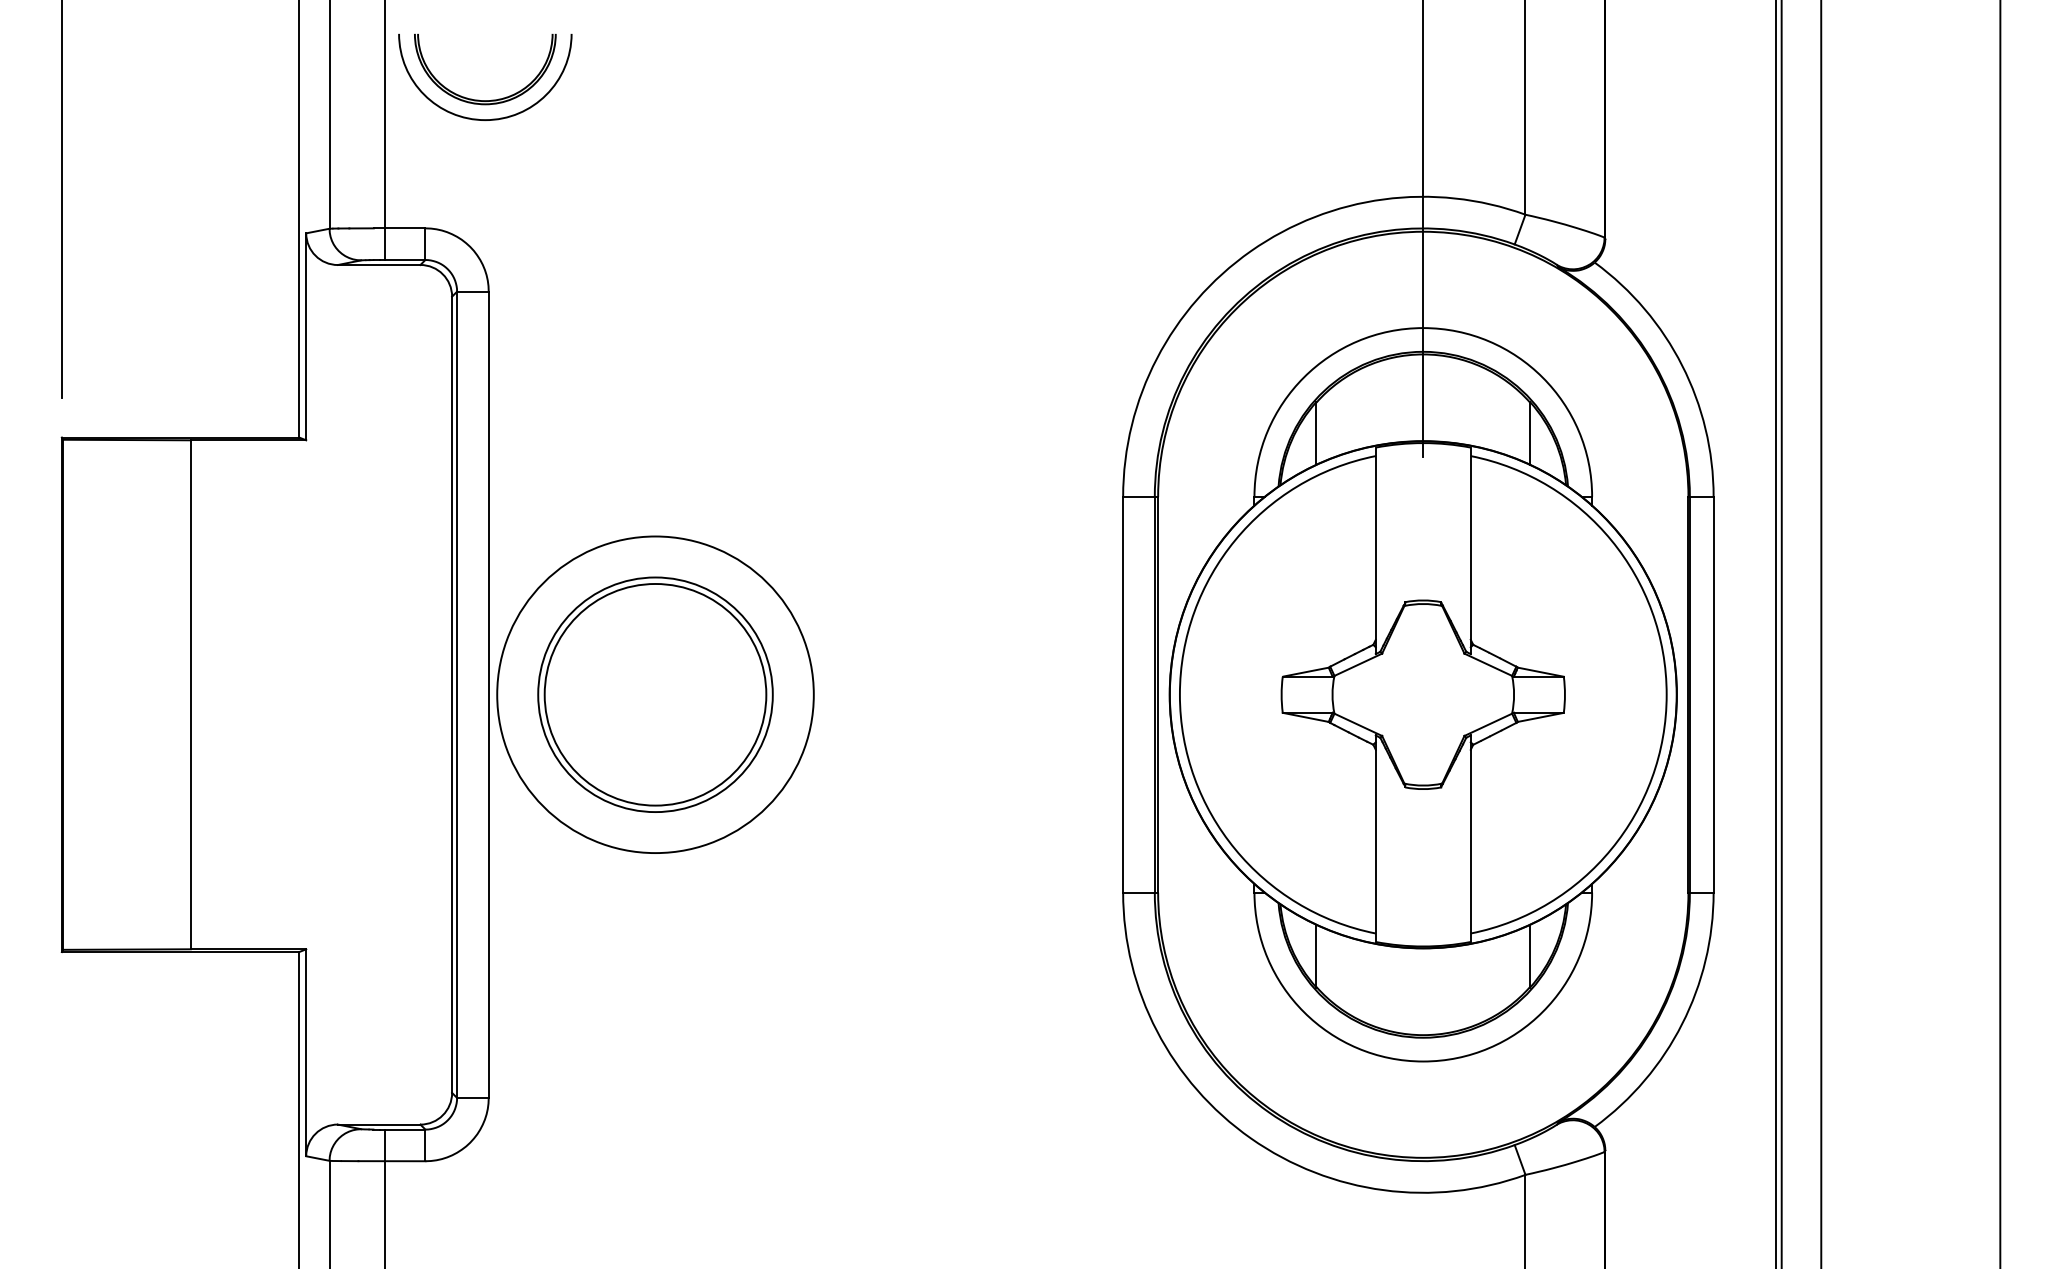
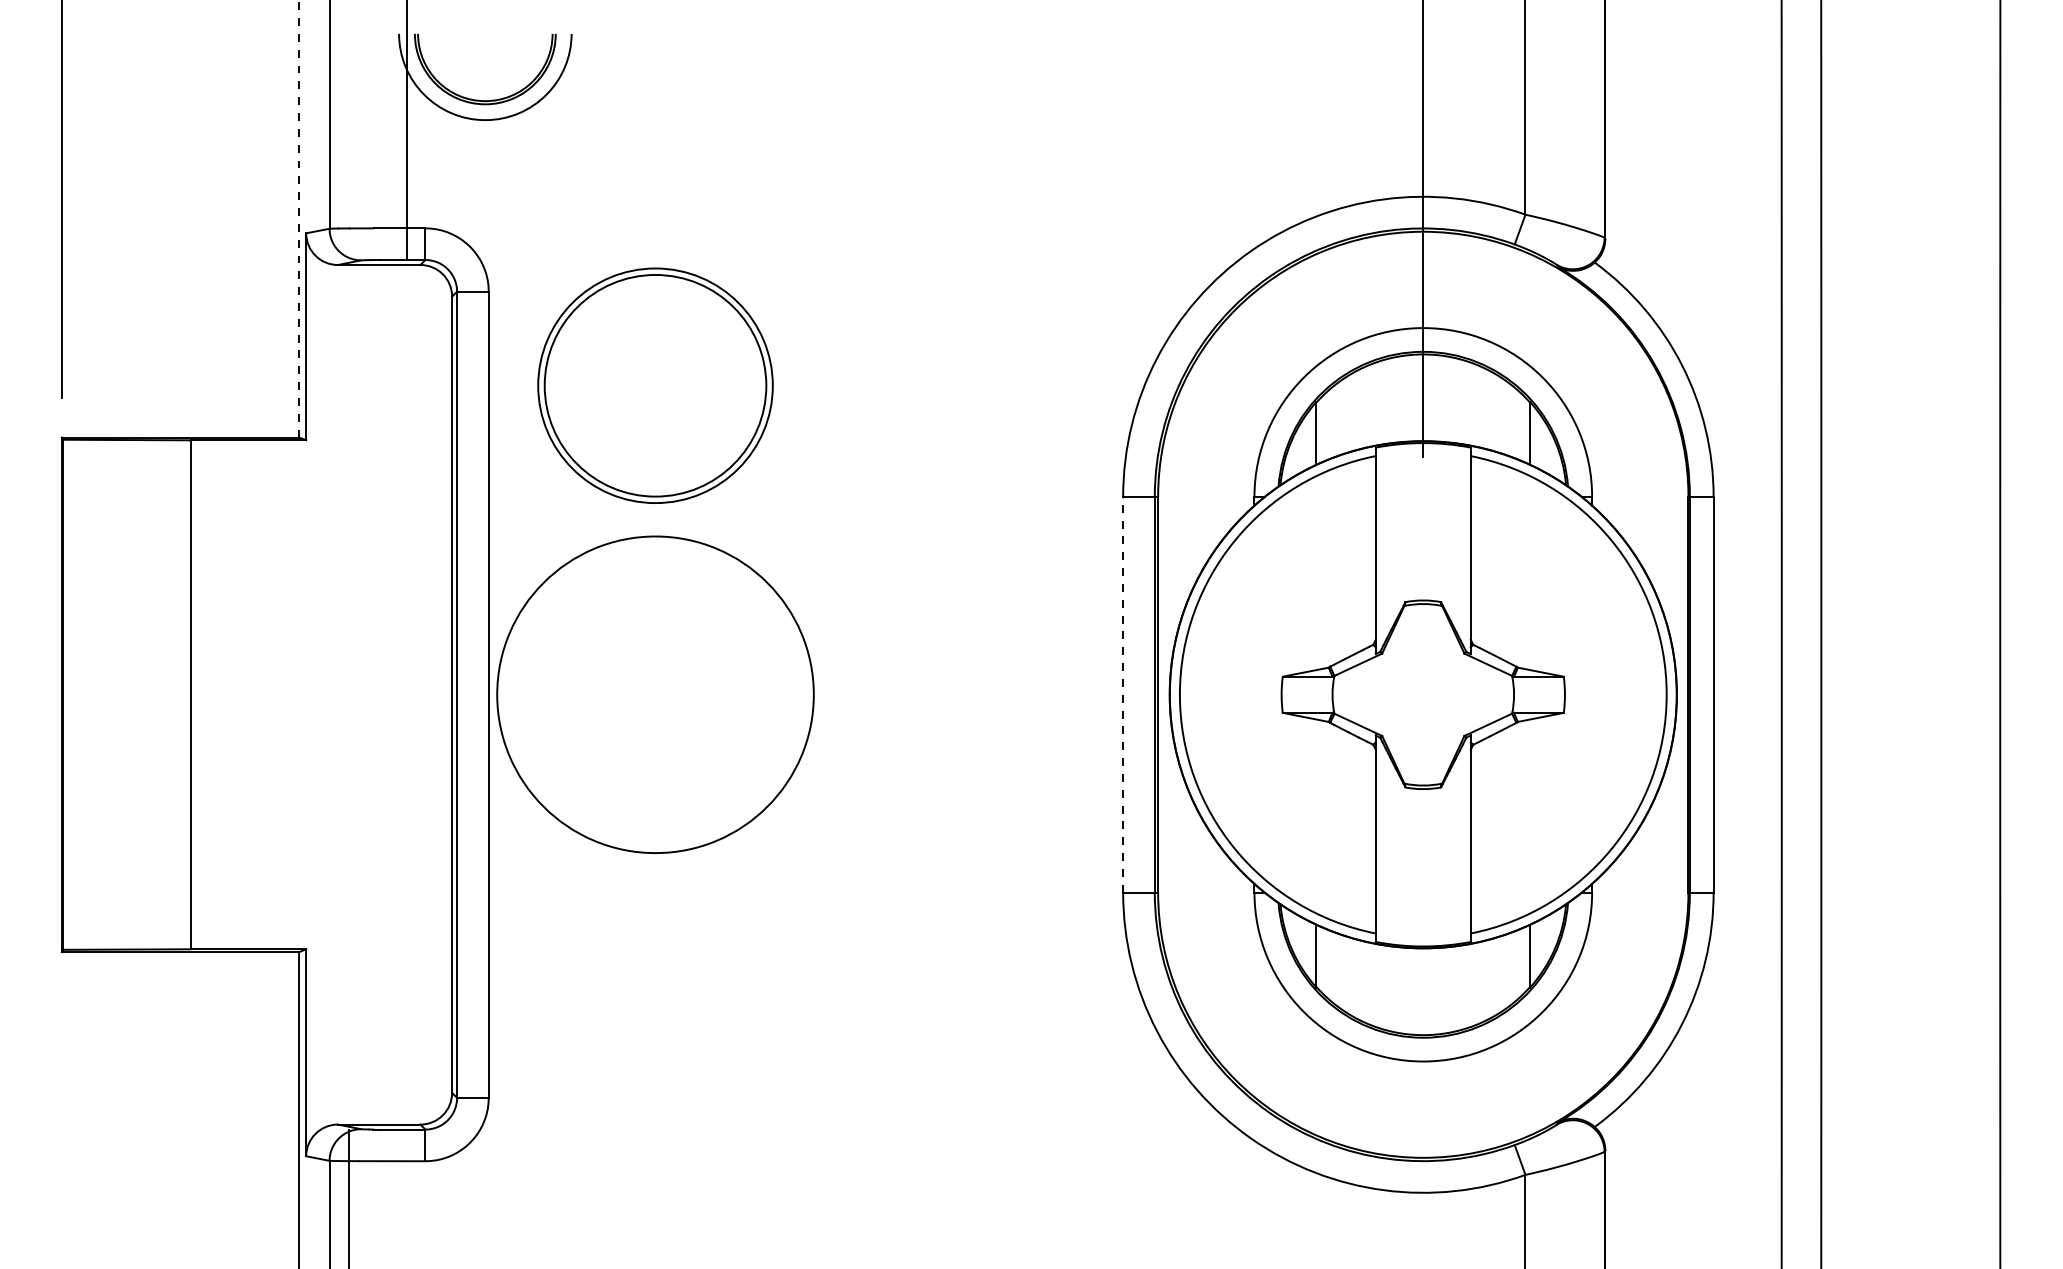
line at (384, 131) position: (384, 131) -> (406, 131)
line at (299, 218): solid -> dashed
line at (1775, 633): present -> none
part at (655, 694) position: (655, 694) -> (655, 385)
line at (1123, 694): solid -> dashed
line at (384, 1197) position: (384, 1197) -> (348, 1197)
